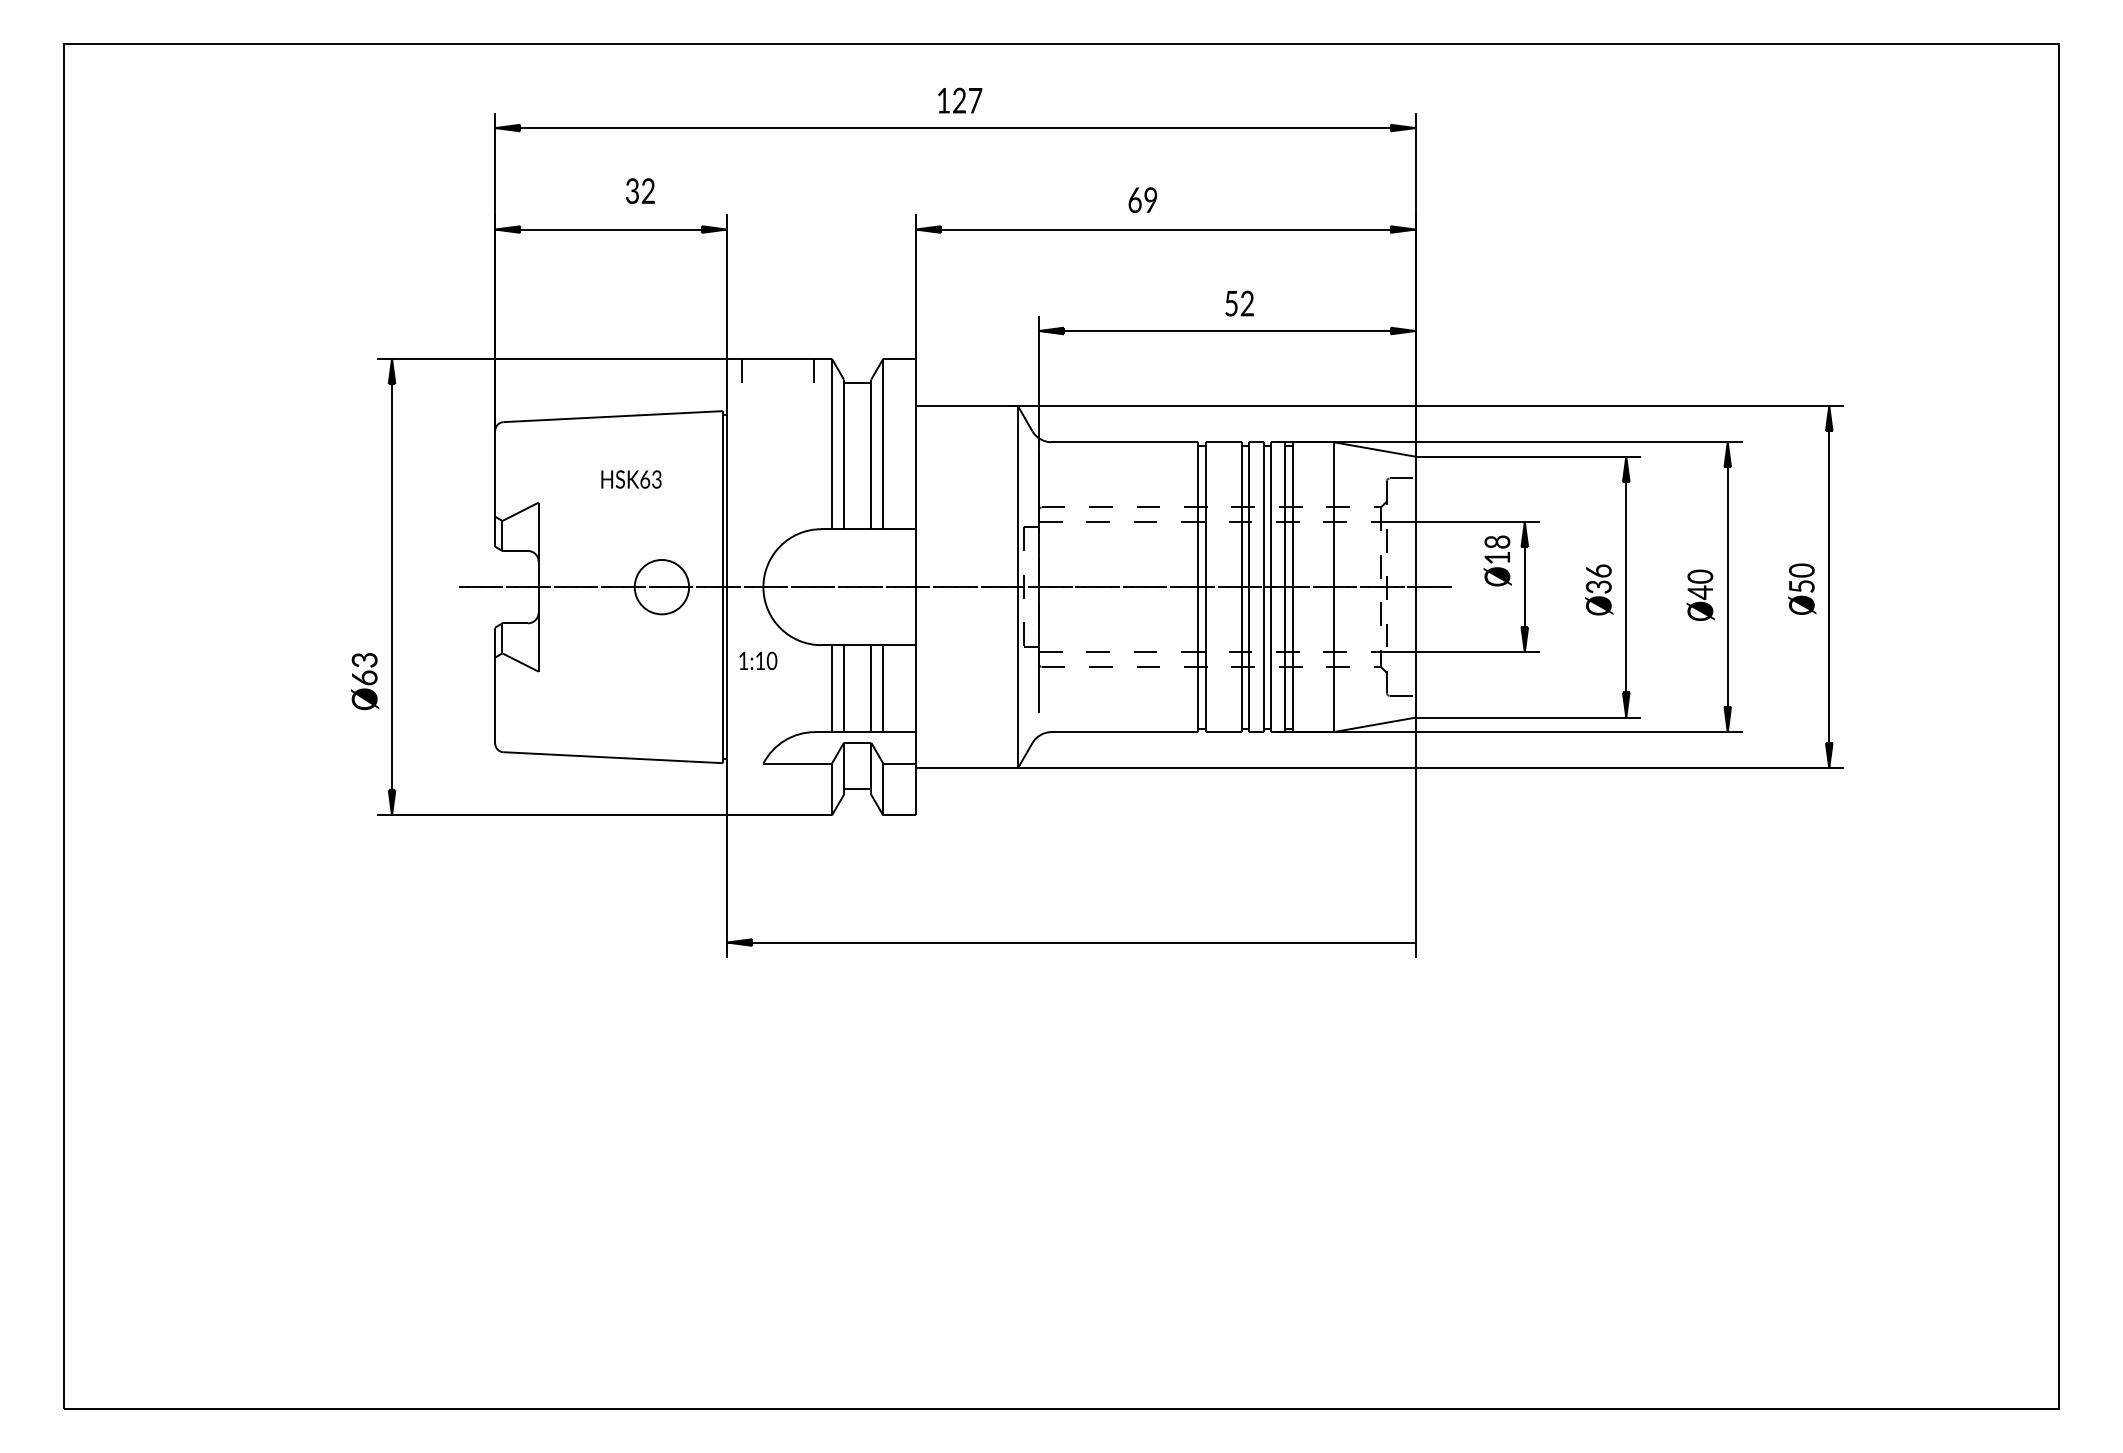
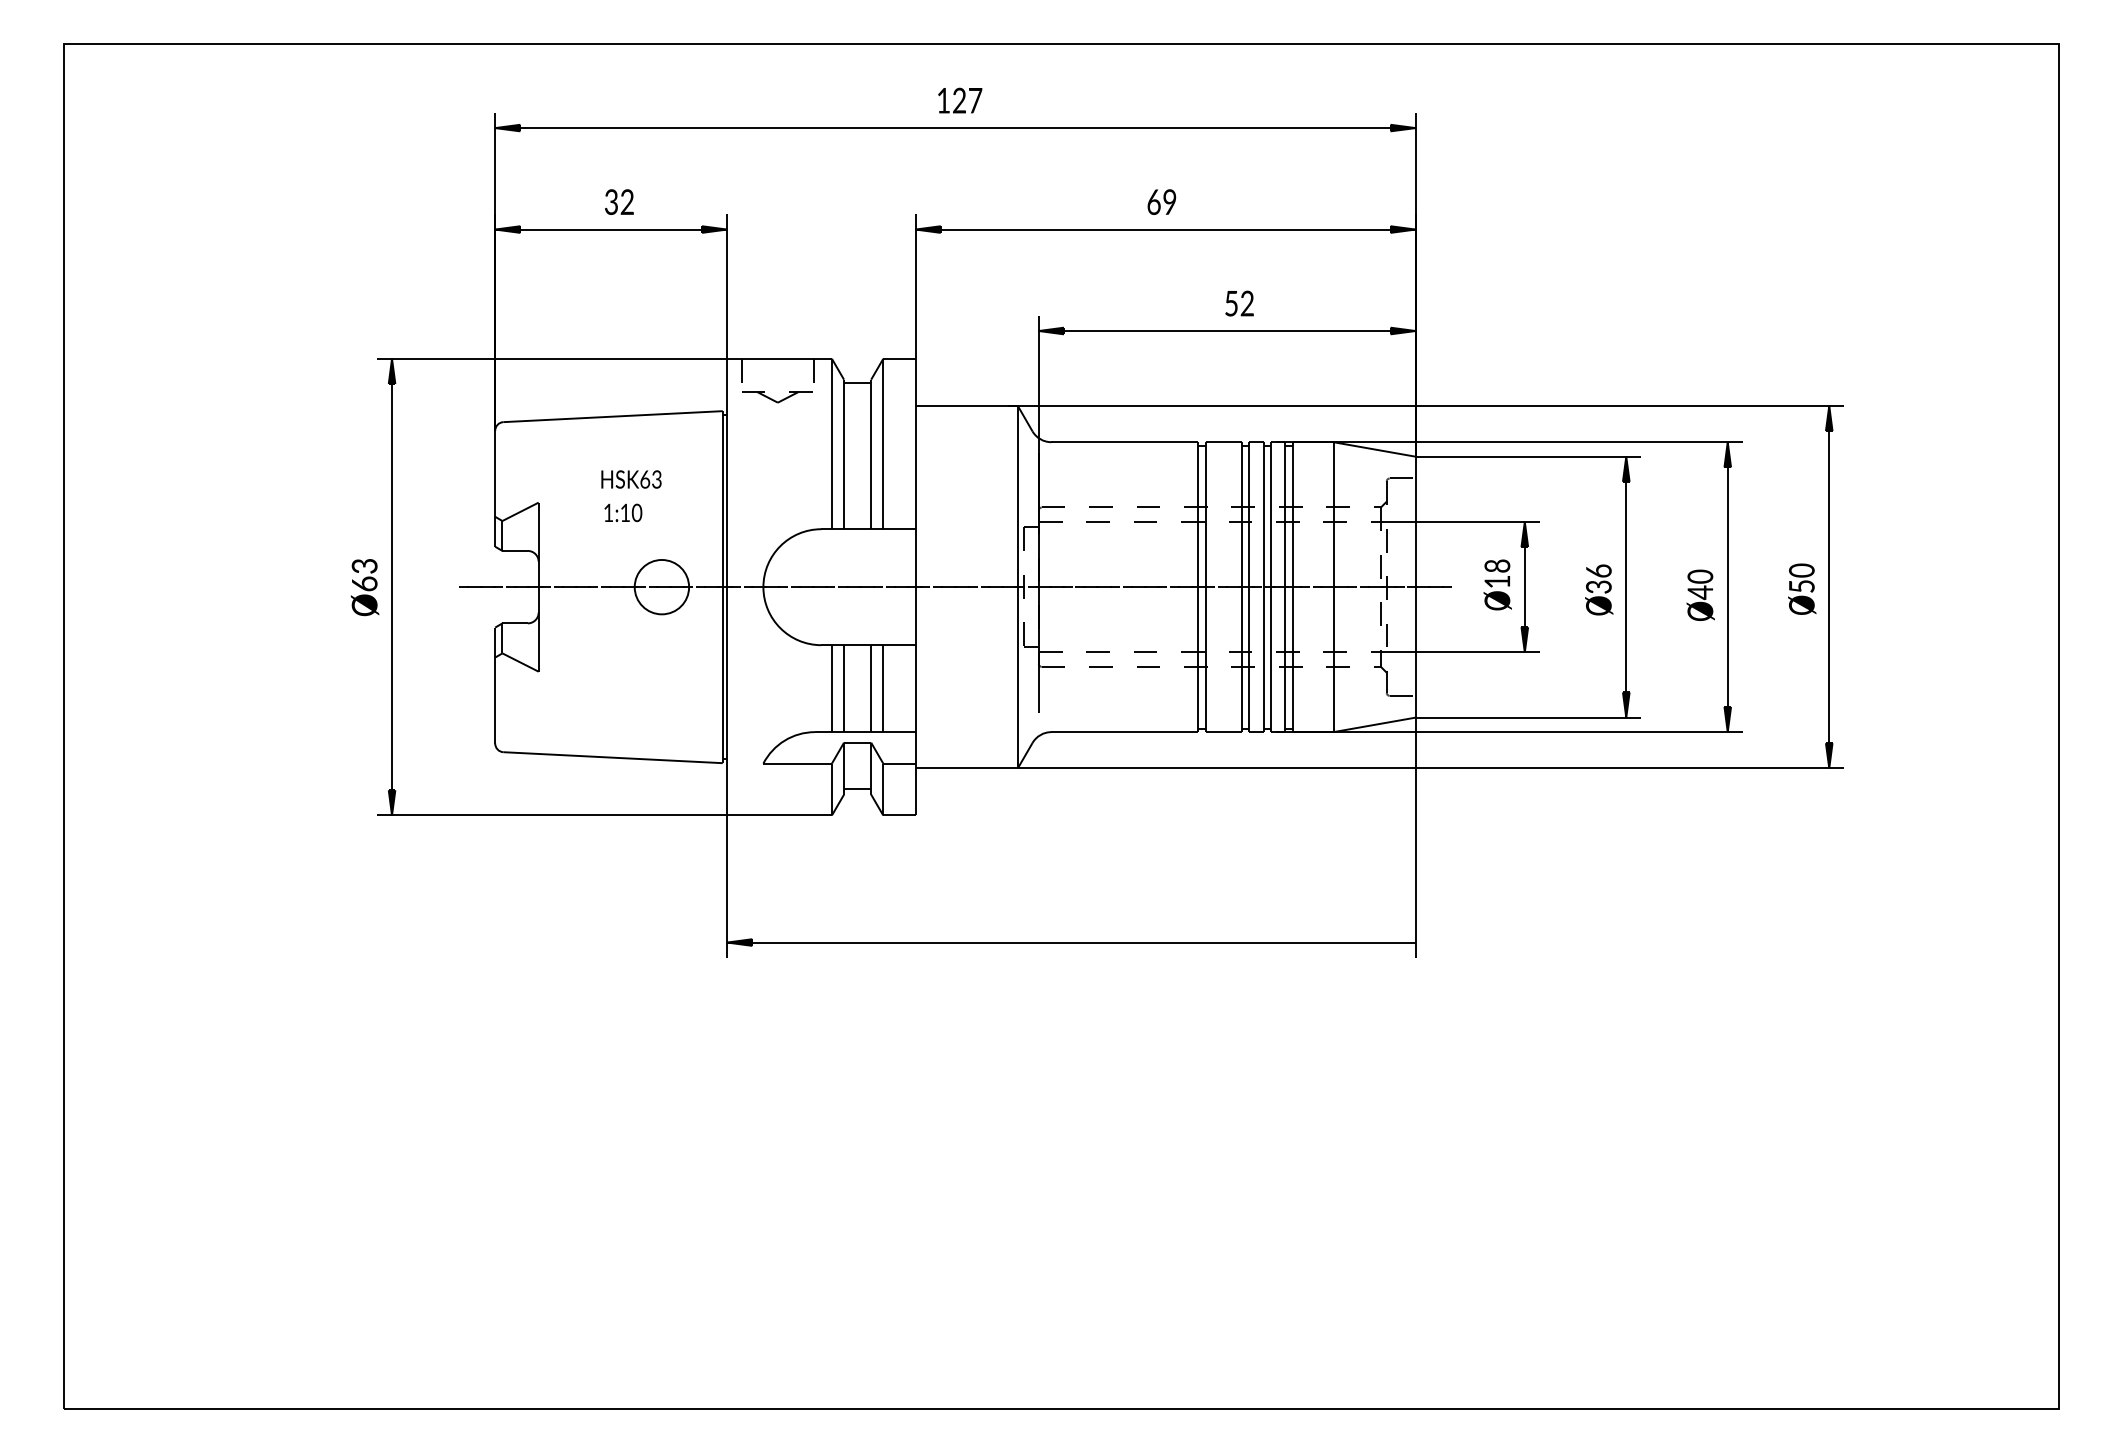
text at (640, 190) position: (640, 190) -> (619, 201)
text at (1142, 199) position: (1142, 199) -> (1161, 201)
part at (777, 397): none -> present
text at (1497, 560) position: (1497, 560) -> (1497, 584)
text at (758, 660) position: (758, 660) -> (623, 512)
text at (364, 681) position: (364, 681) -> (364, 587)
